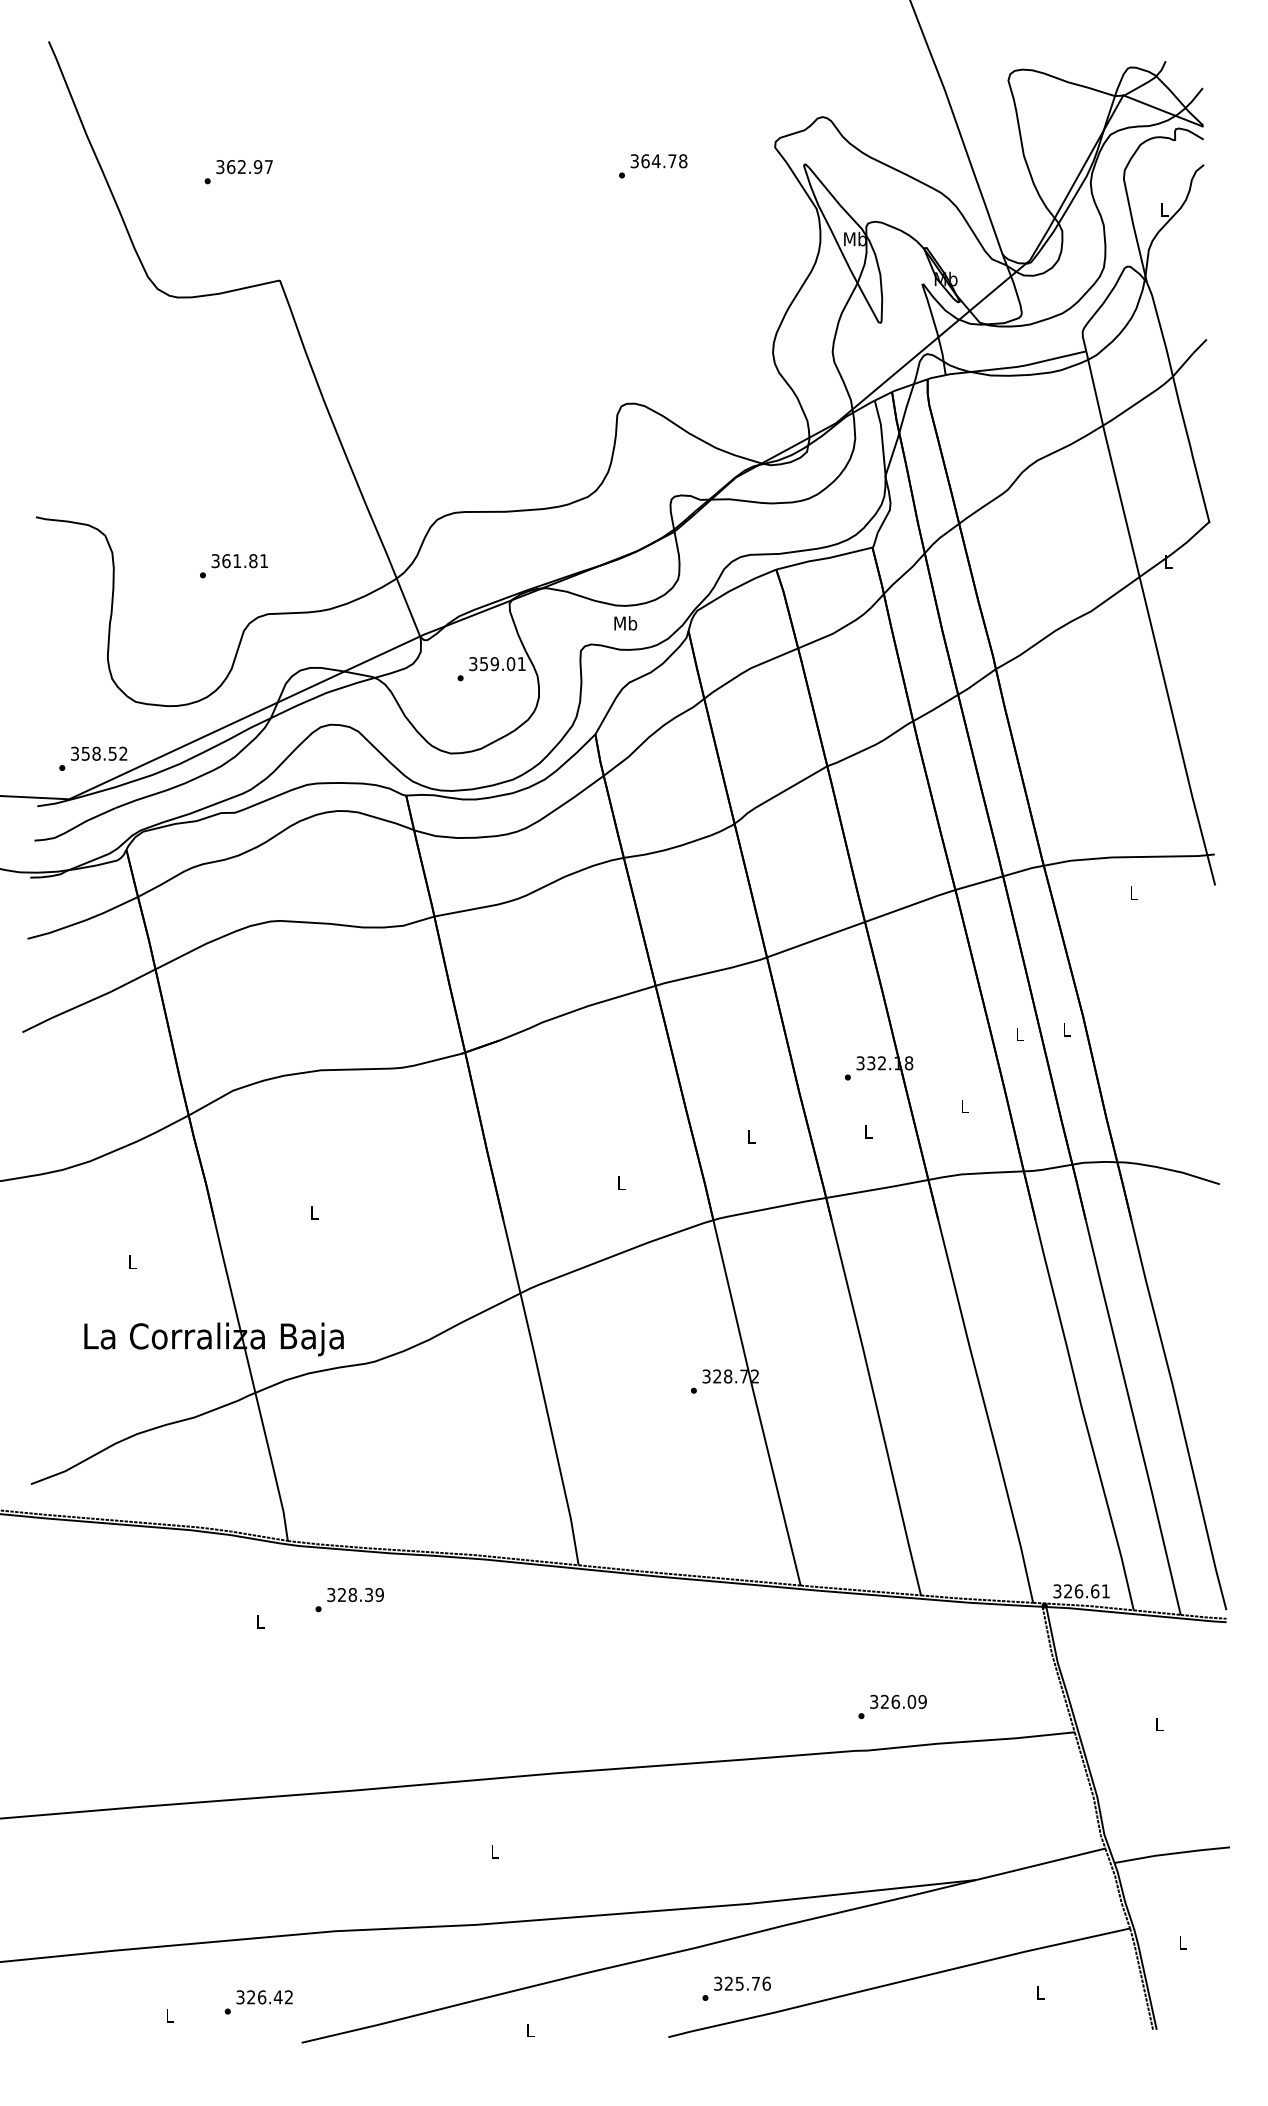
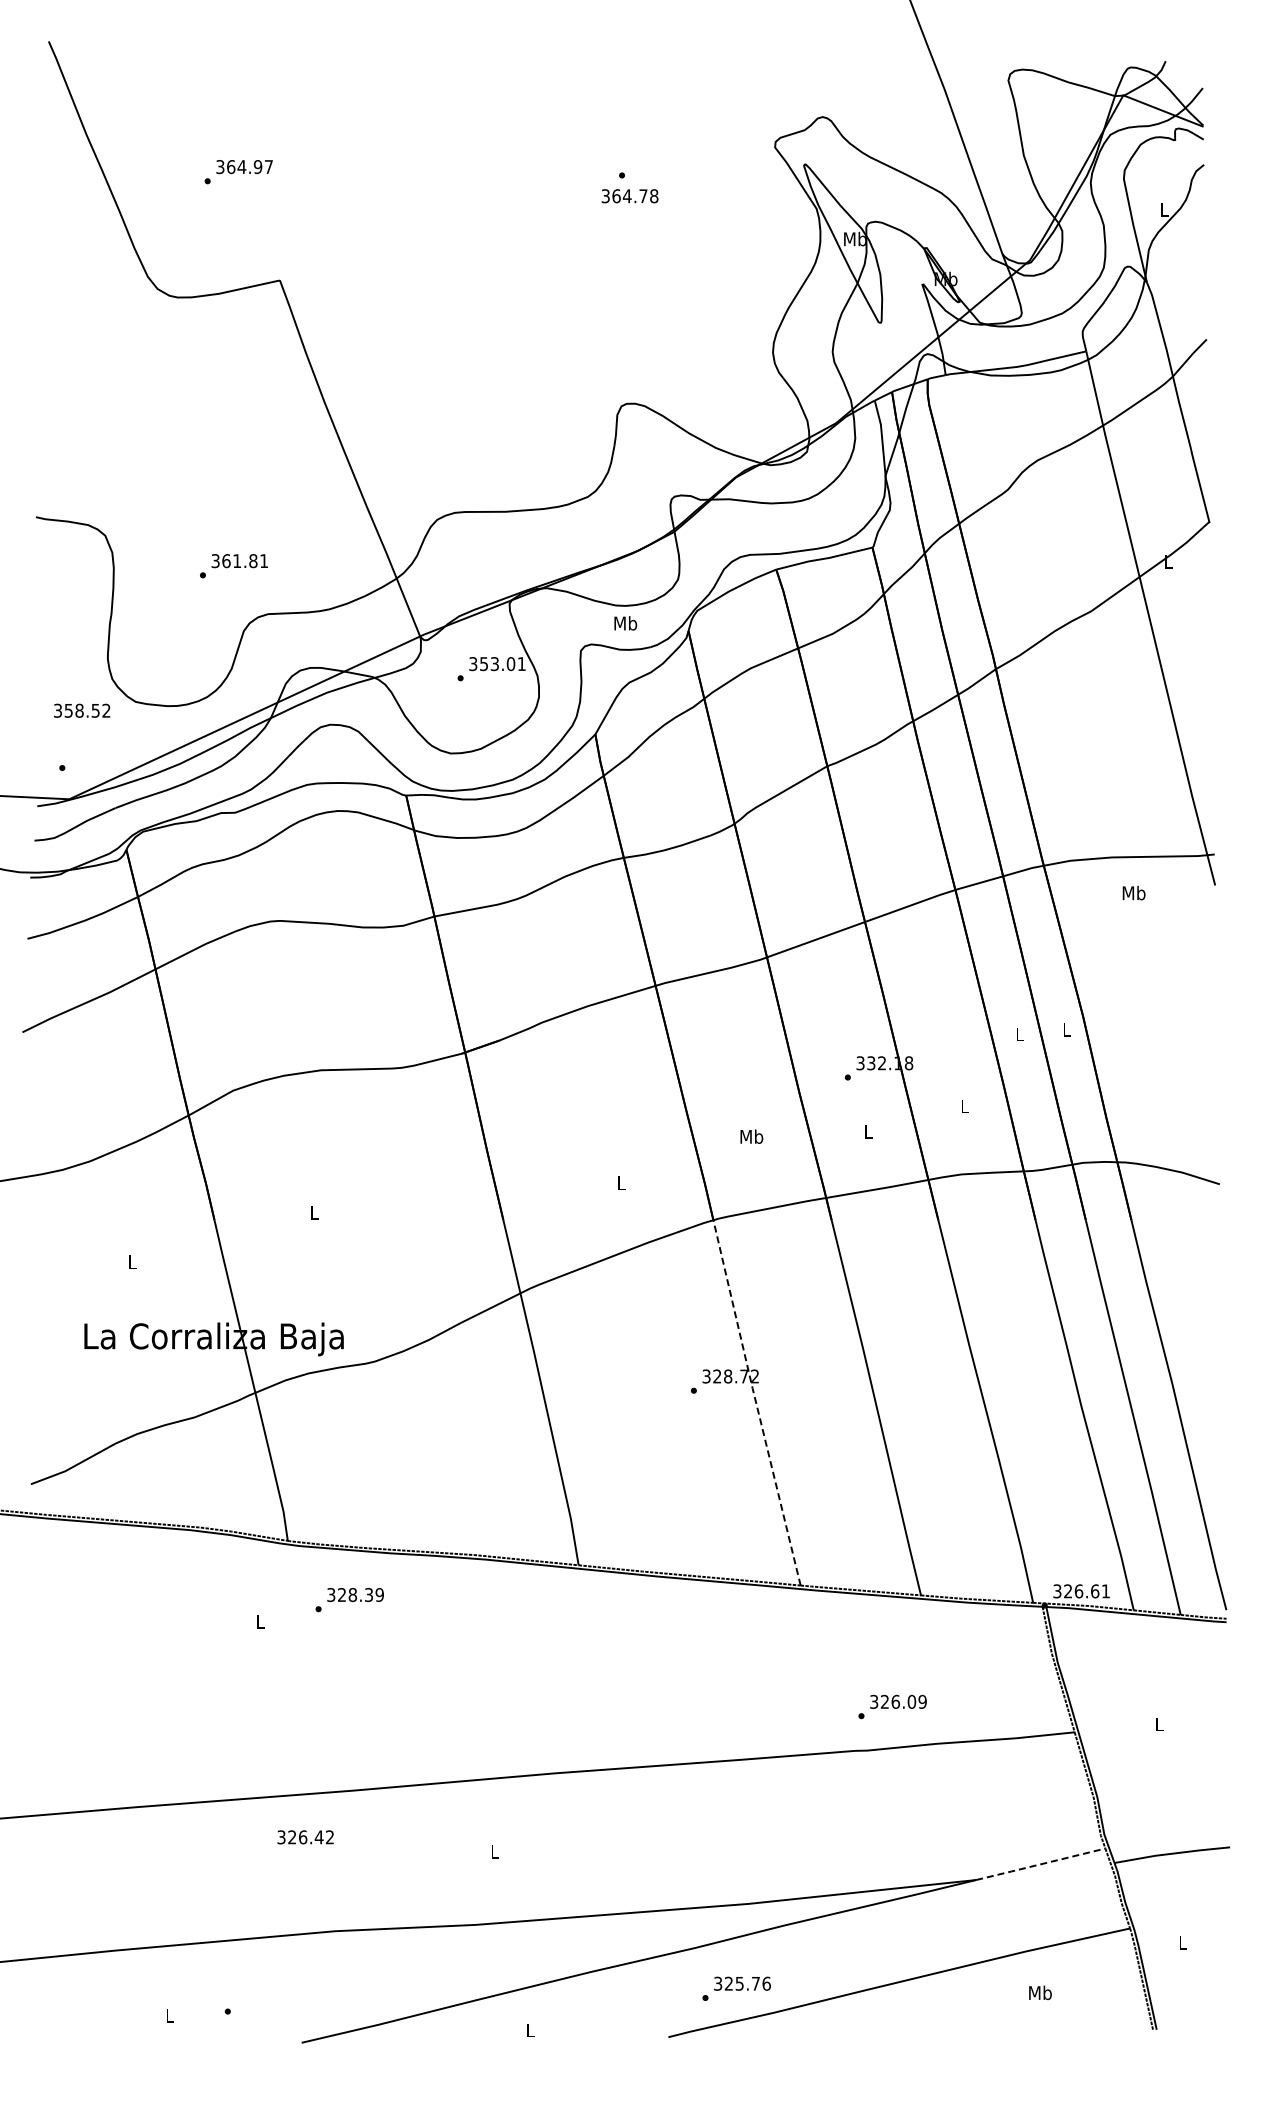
text at (658, 161) position: (658, 161) -> (629, 196)
text at (241, 166): 362.97 -> 364.97
text at (494, 663): 359.01 -> 353.01
text at (99, 753) position: (99, 753) -> (82, 710)
text at (1133, 892): L -> Mb
text at (751, 1136): L -> Mb
line at (755, 1402): solid -> dashed
line at (1040, 1864): solid -> dashed
text at (1040, 1992): L -> Mb
text at (264, 1997) position: (264, 1997) -> (305, 1837)
